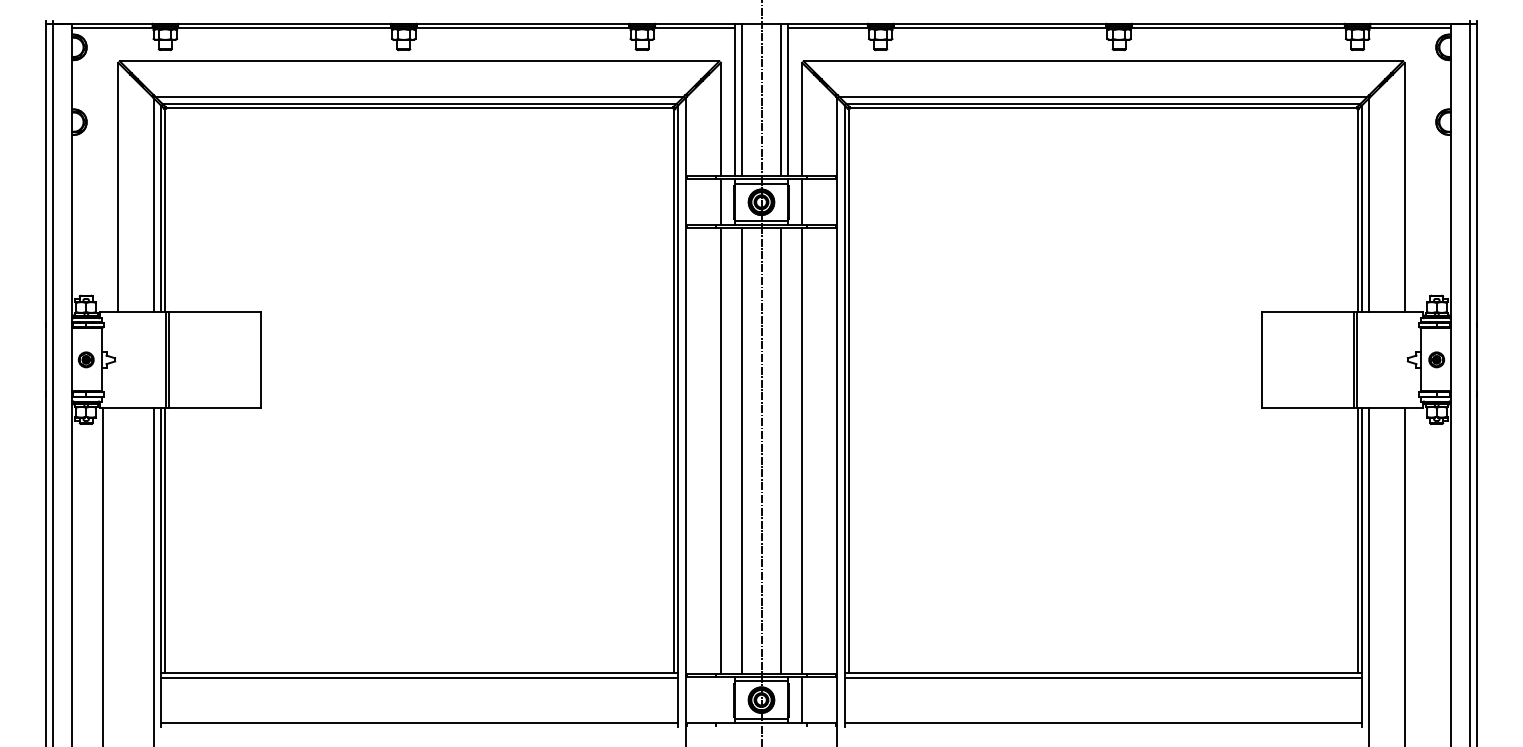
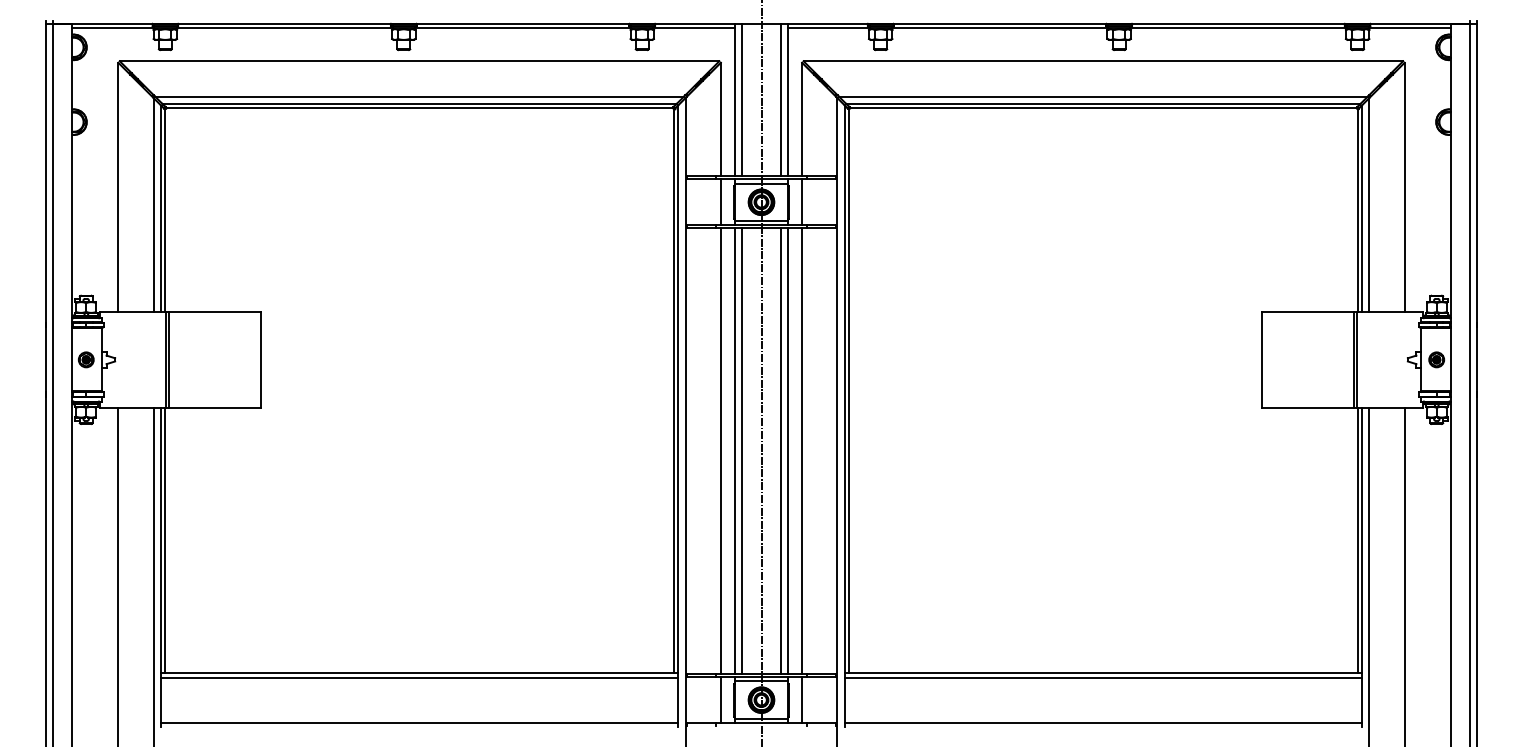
line at (734, 450): none -> present
line at (788, 450): none -> present
line at (103, 575) position: (103, 575) -> (118, 575)
line at (720, 700): none -> present
